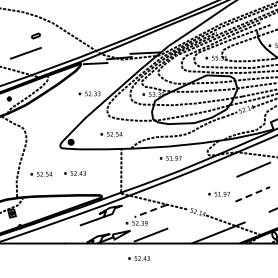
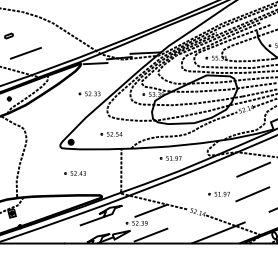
part at (35, 35) position: (35, 35) -> (8, 35)
part at (41, 174): present -> none
line at (252, 194): dashed -> solid
line at (150, 210): dashed -> solid
part at (138, 258): present -> none
